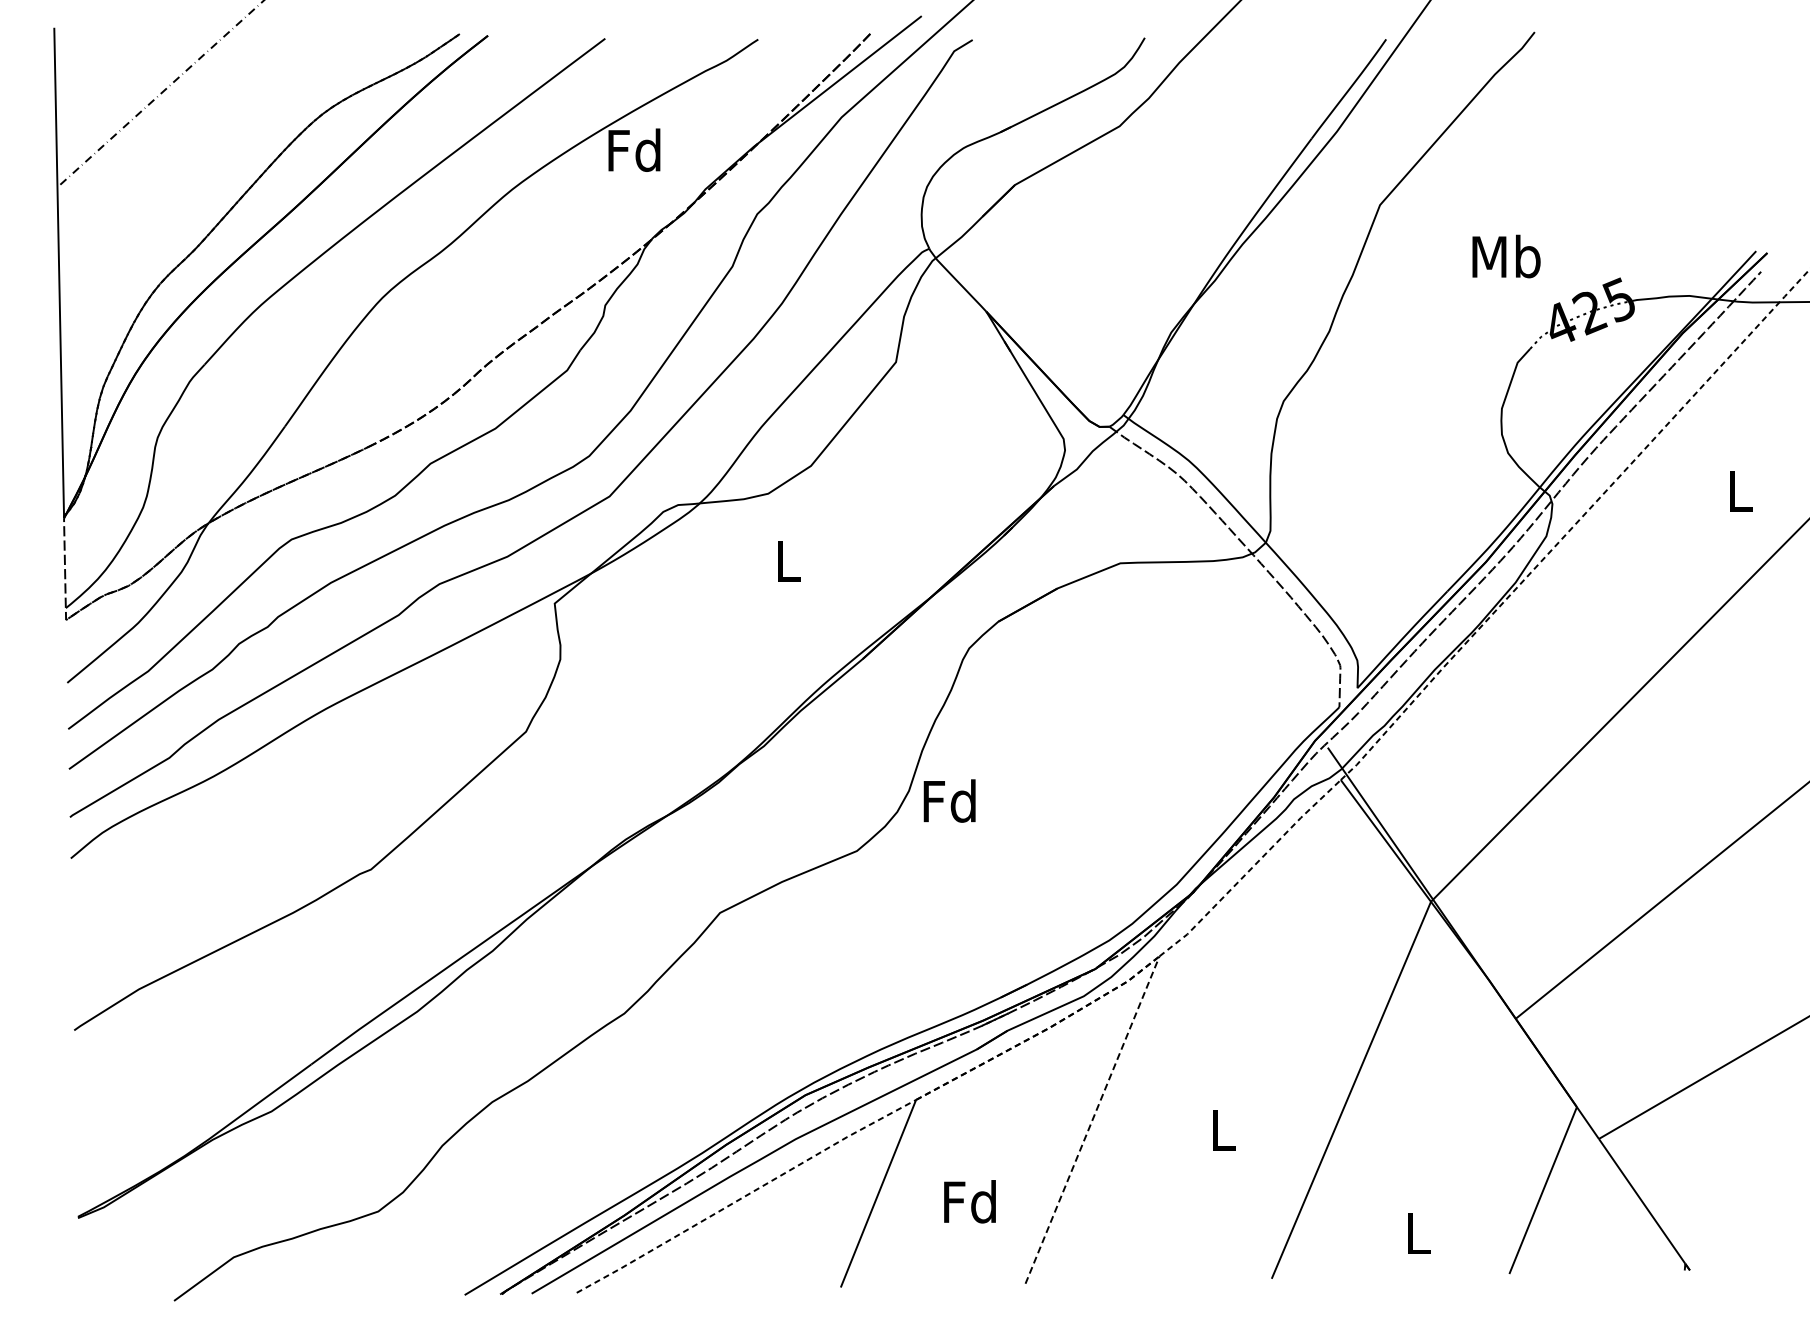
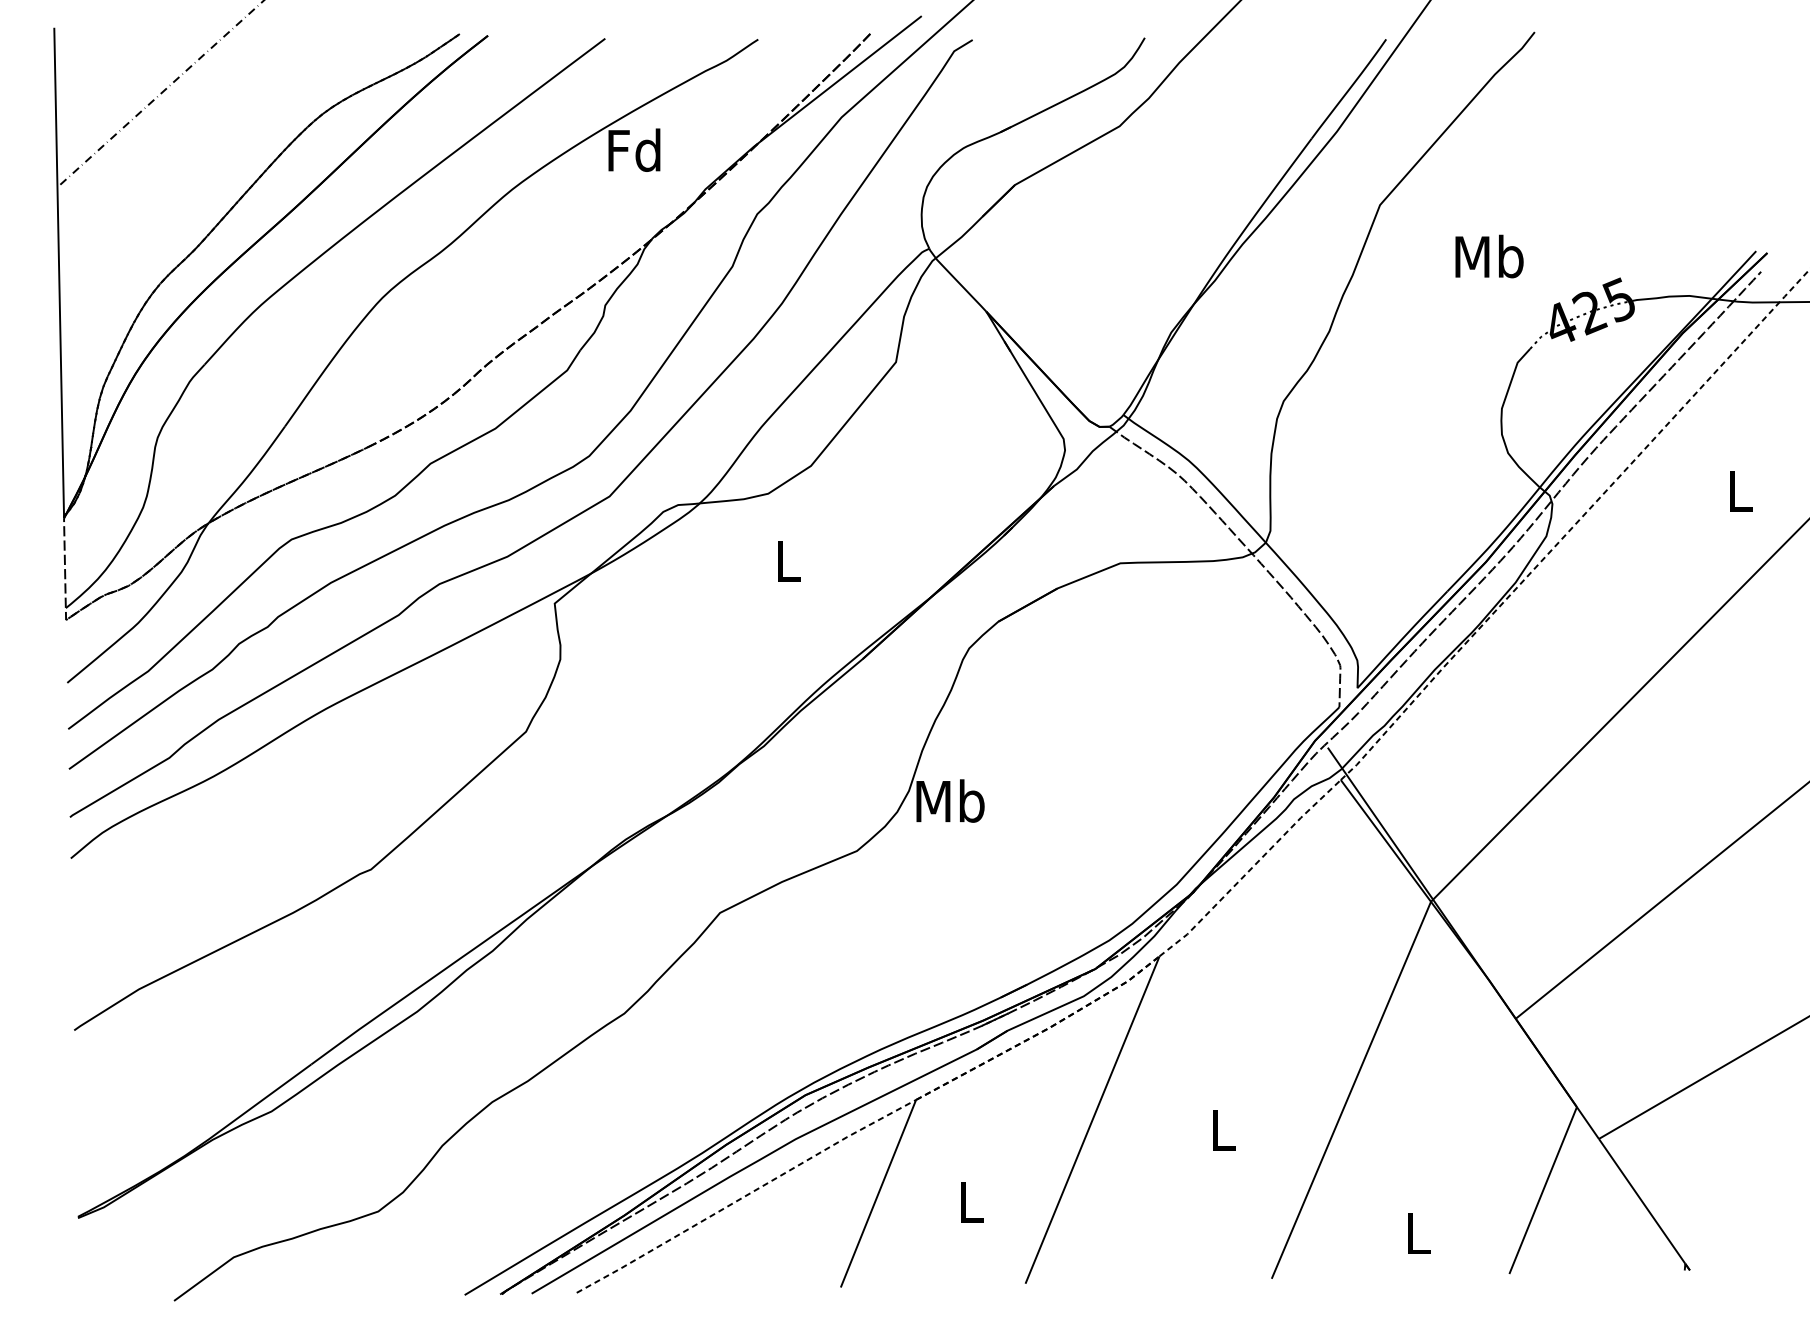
text at (1506, 256) position: (1506, 256) -> (1489, 256)
text at (950, 800): Fd -> Mb
line at (1092, 1120): dashed -> solid
text at (969, 1201): Fd -> L
